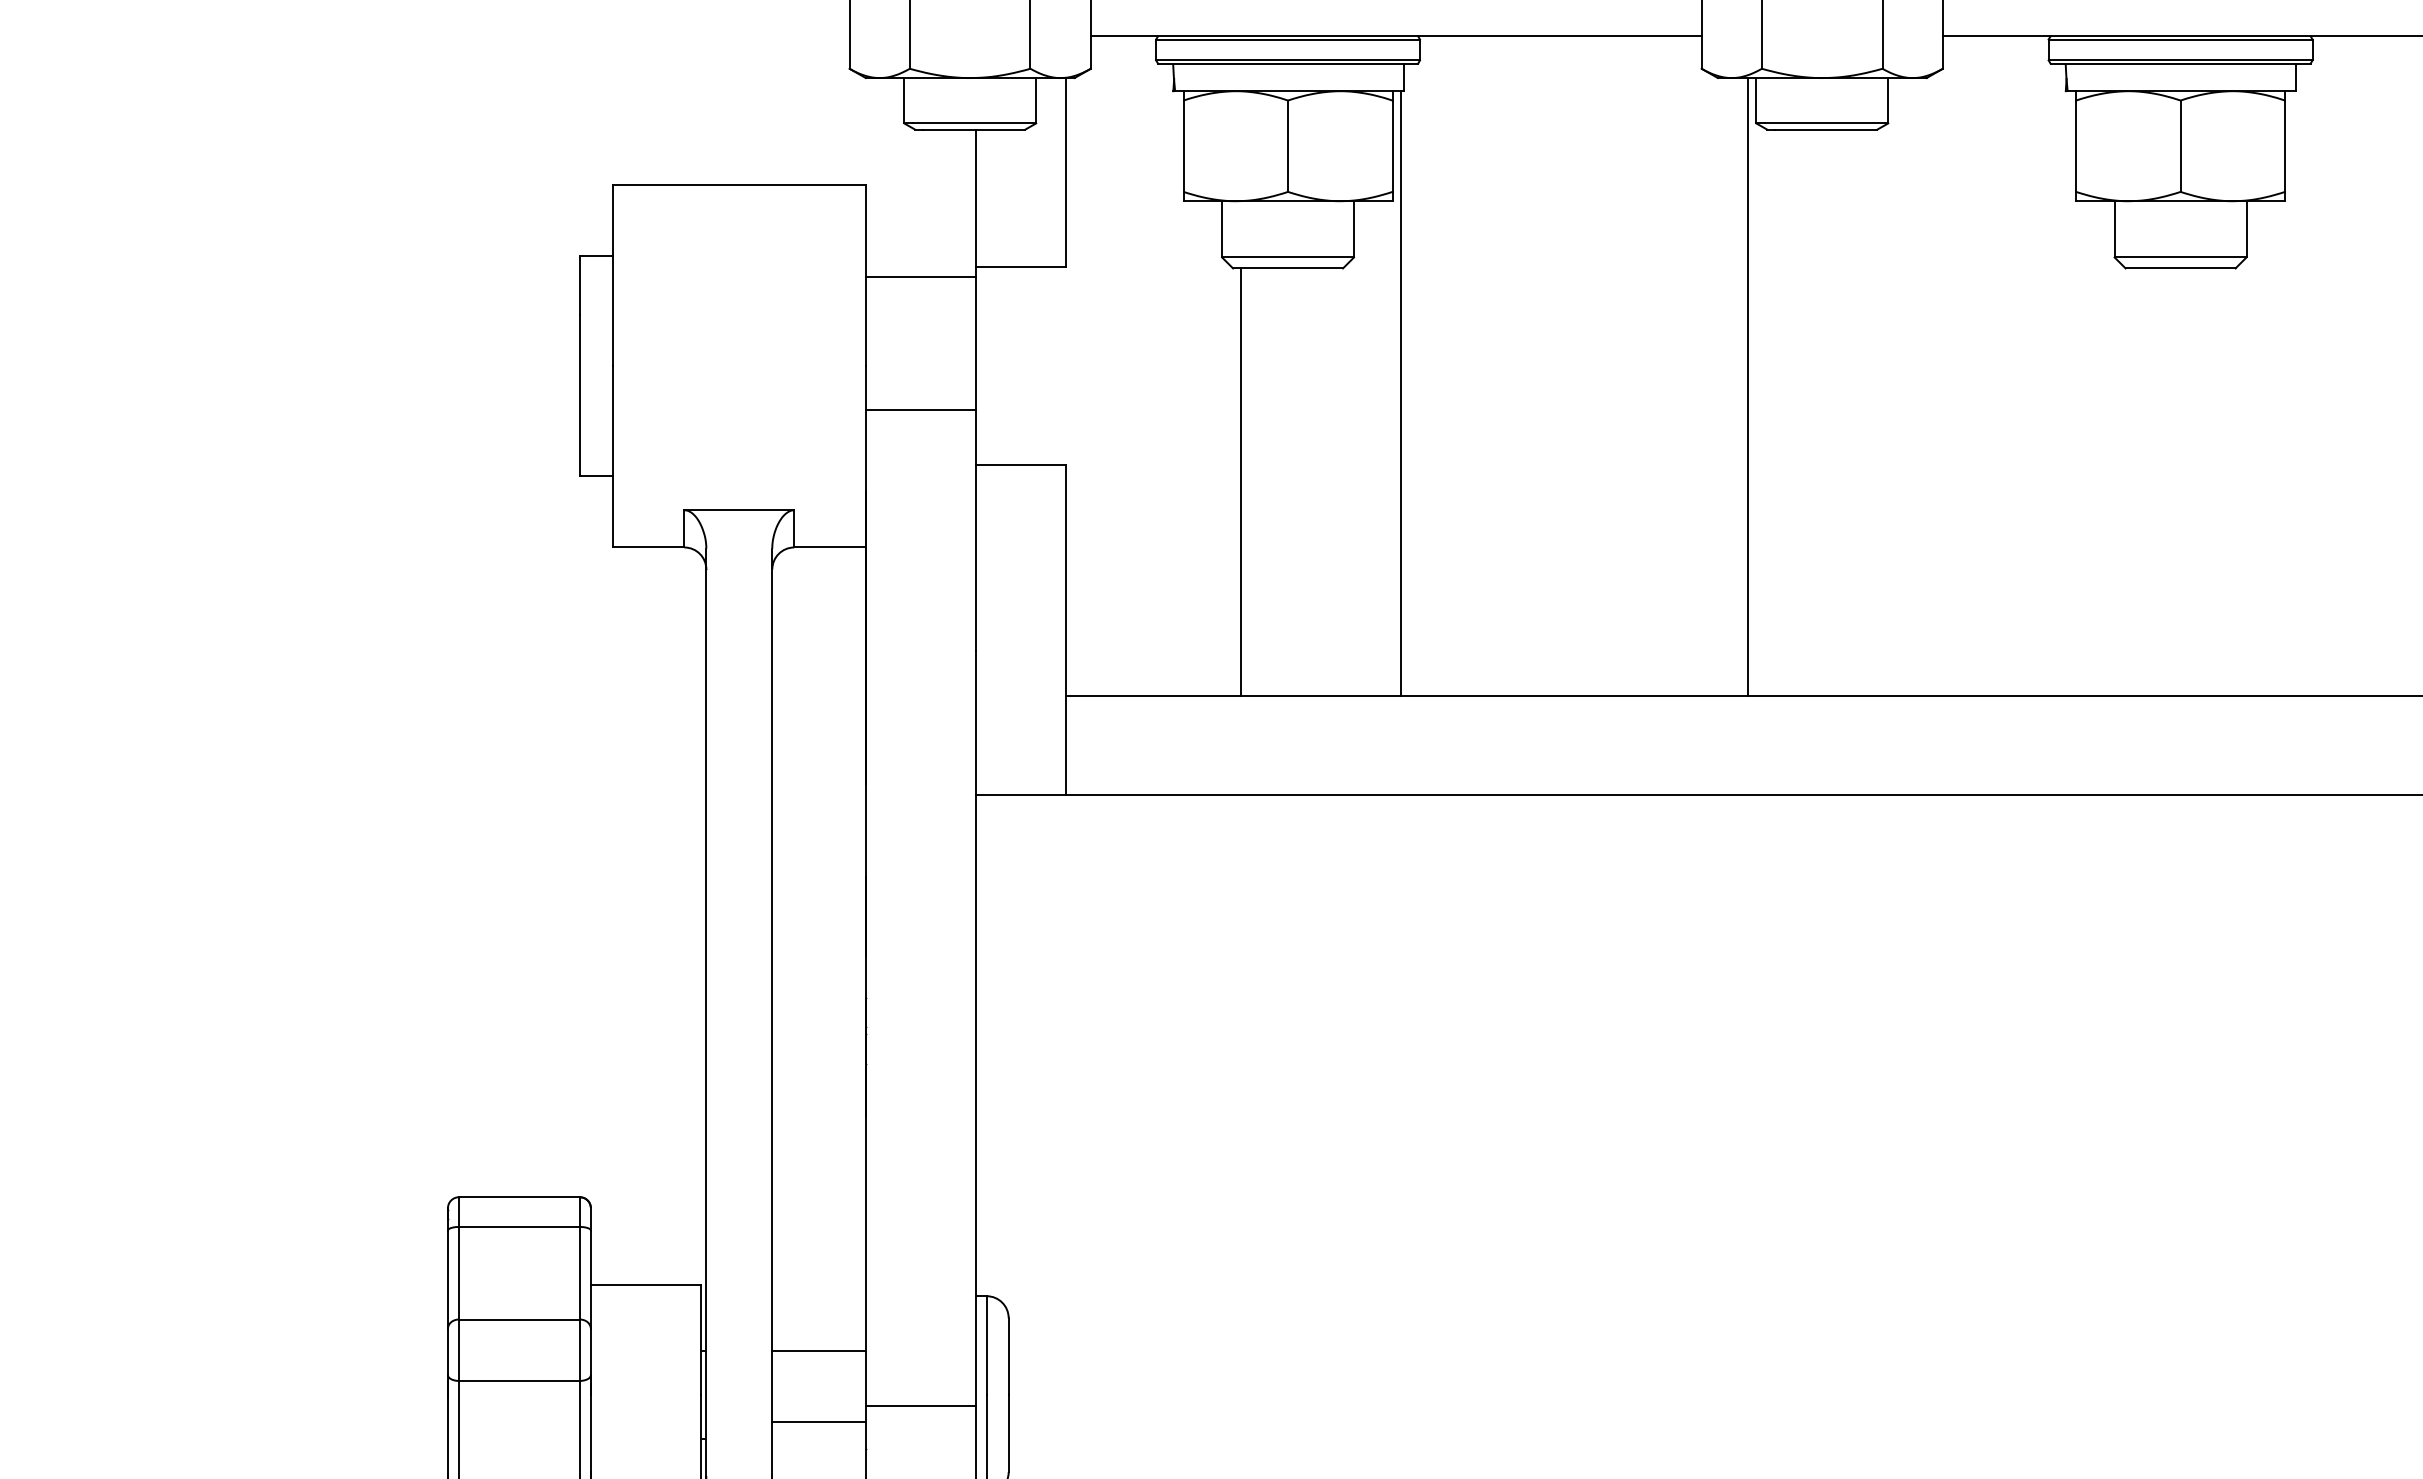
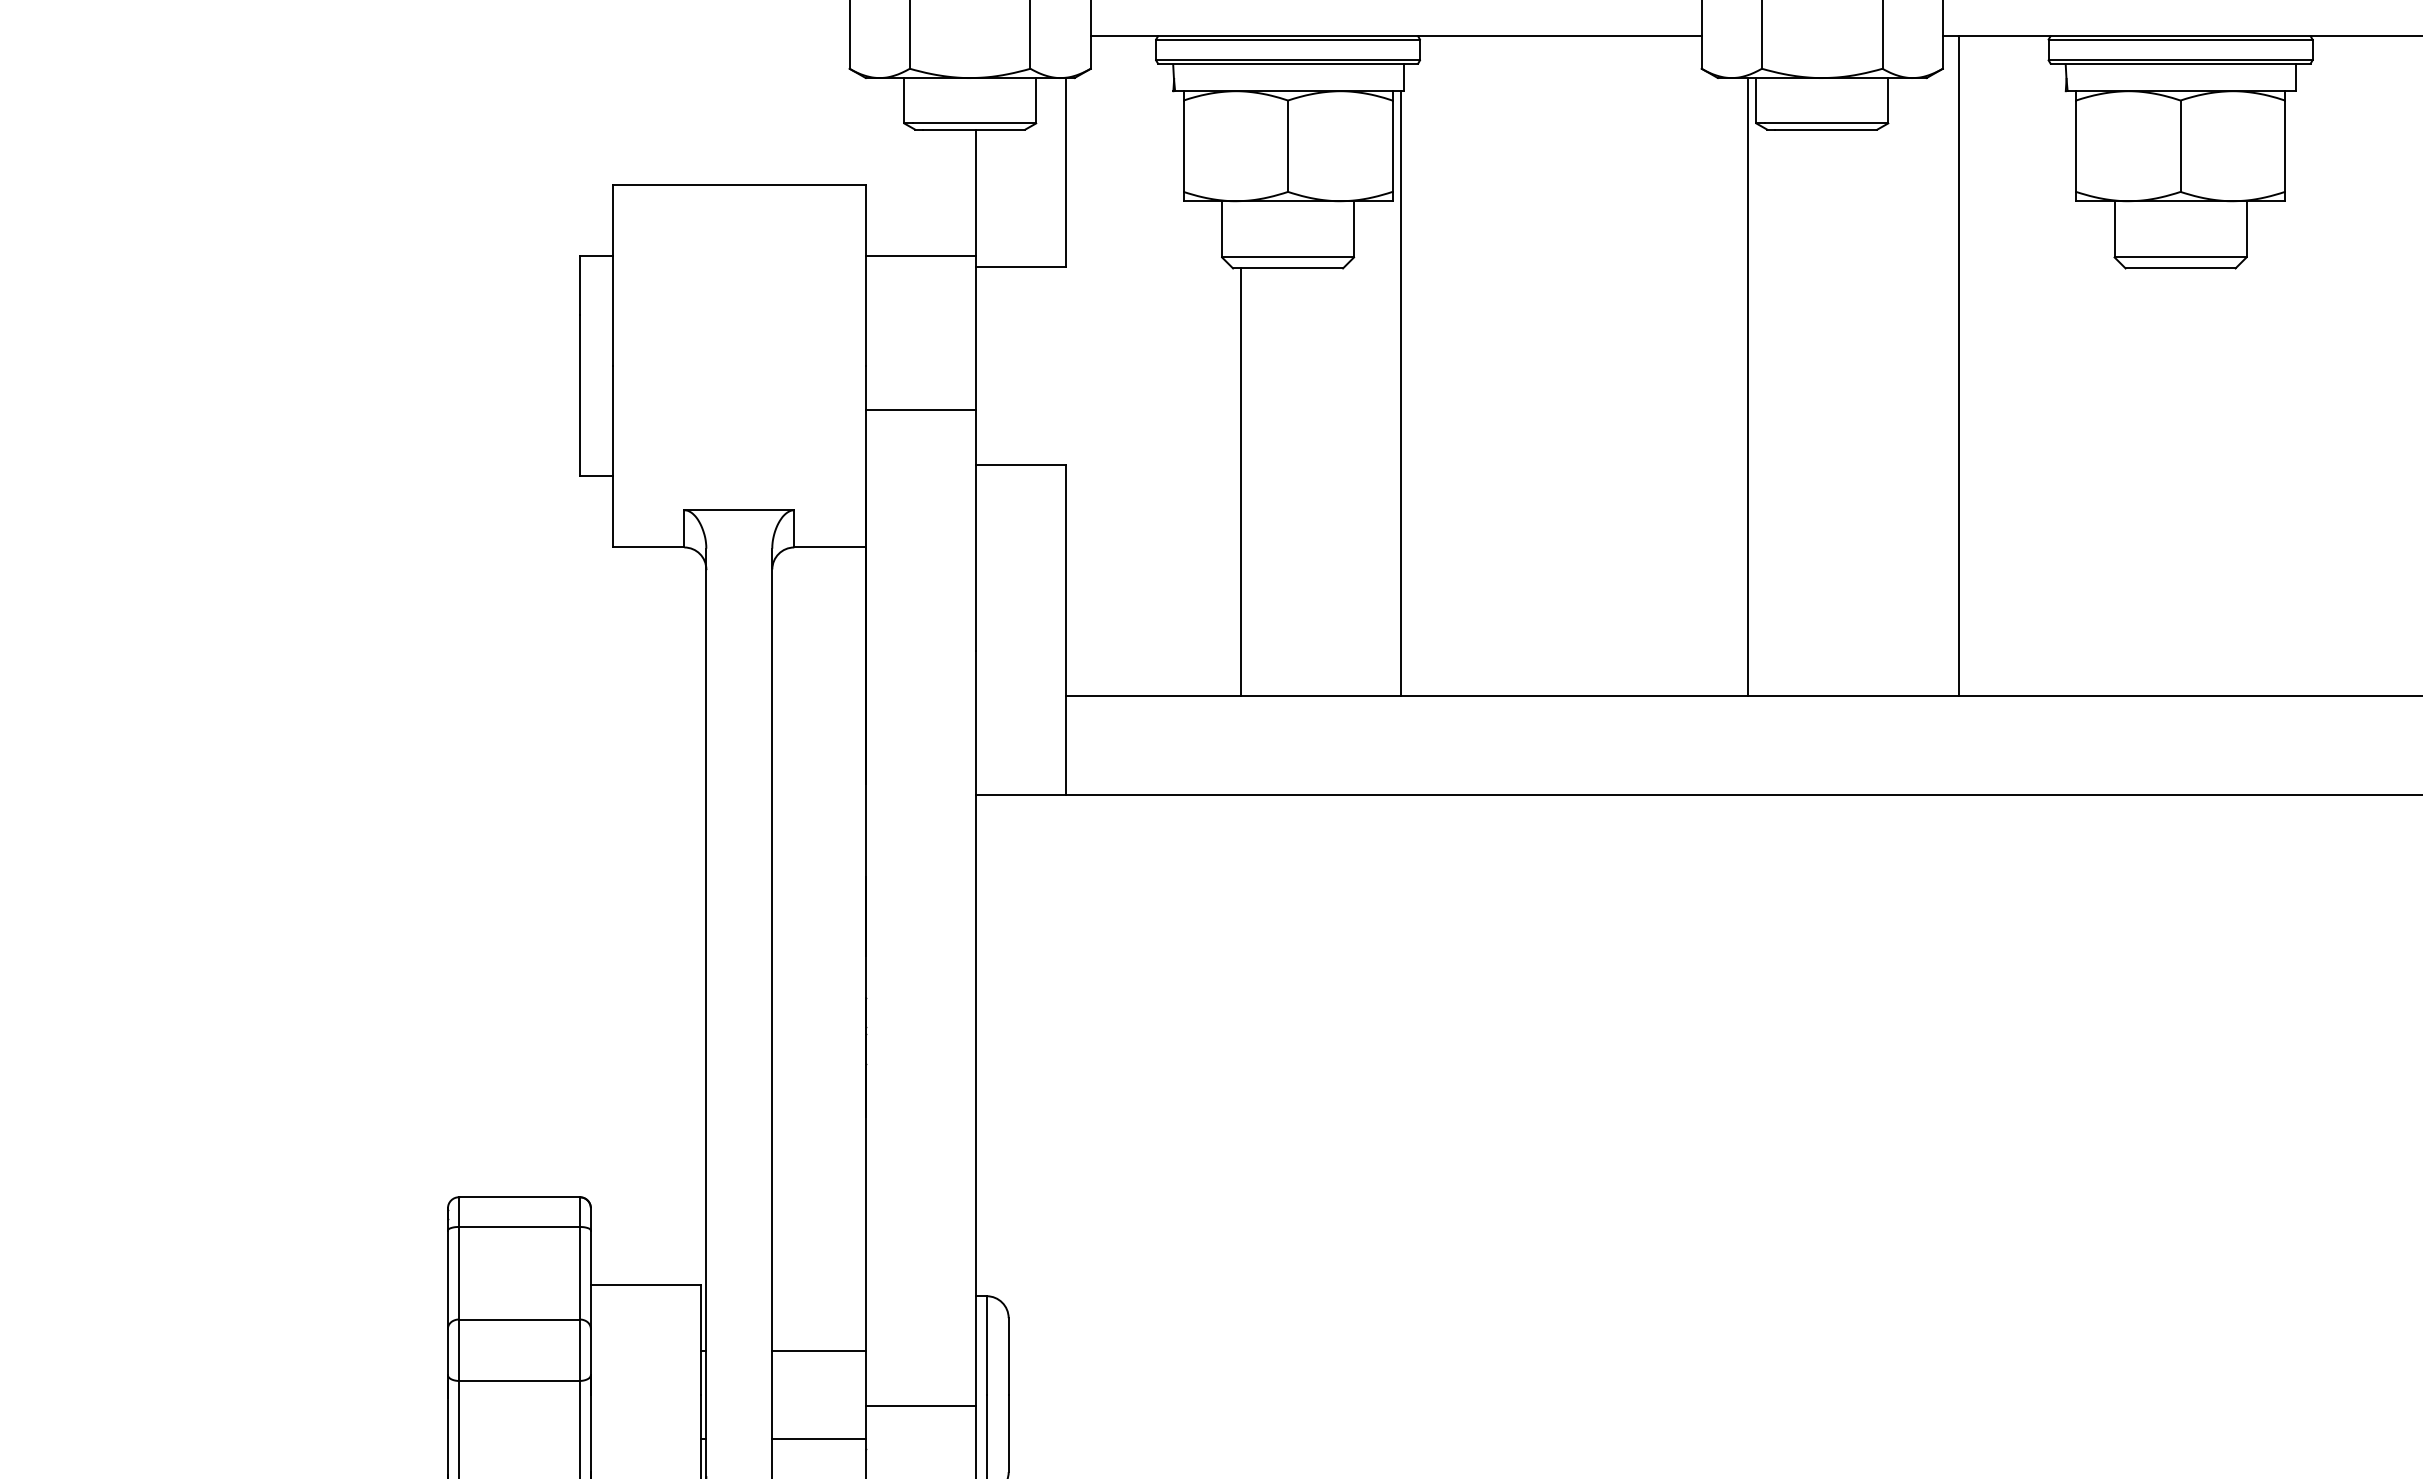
line at (920, 277) position: (920, 277) -> (920, 256)
line at (1958, 365): none -> present
line at (818, 1422) position: (818, 1422) -> (818, 1439)
